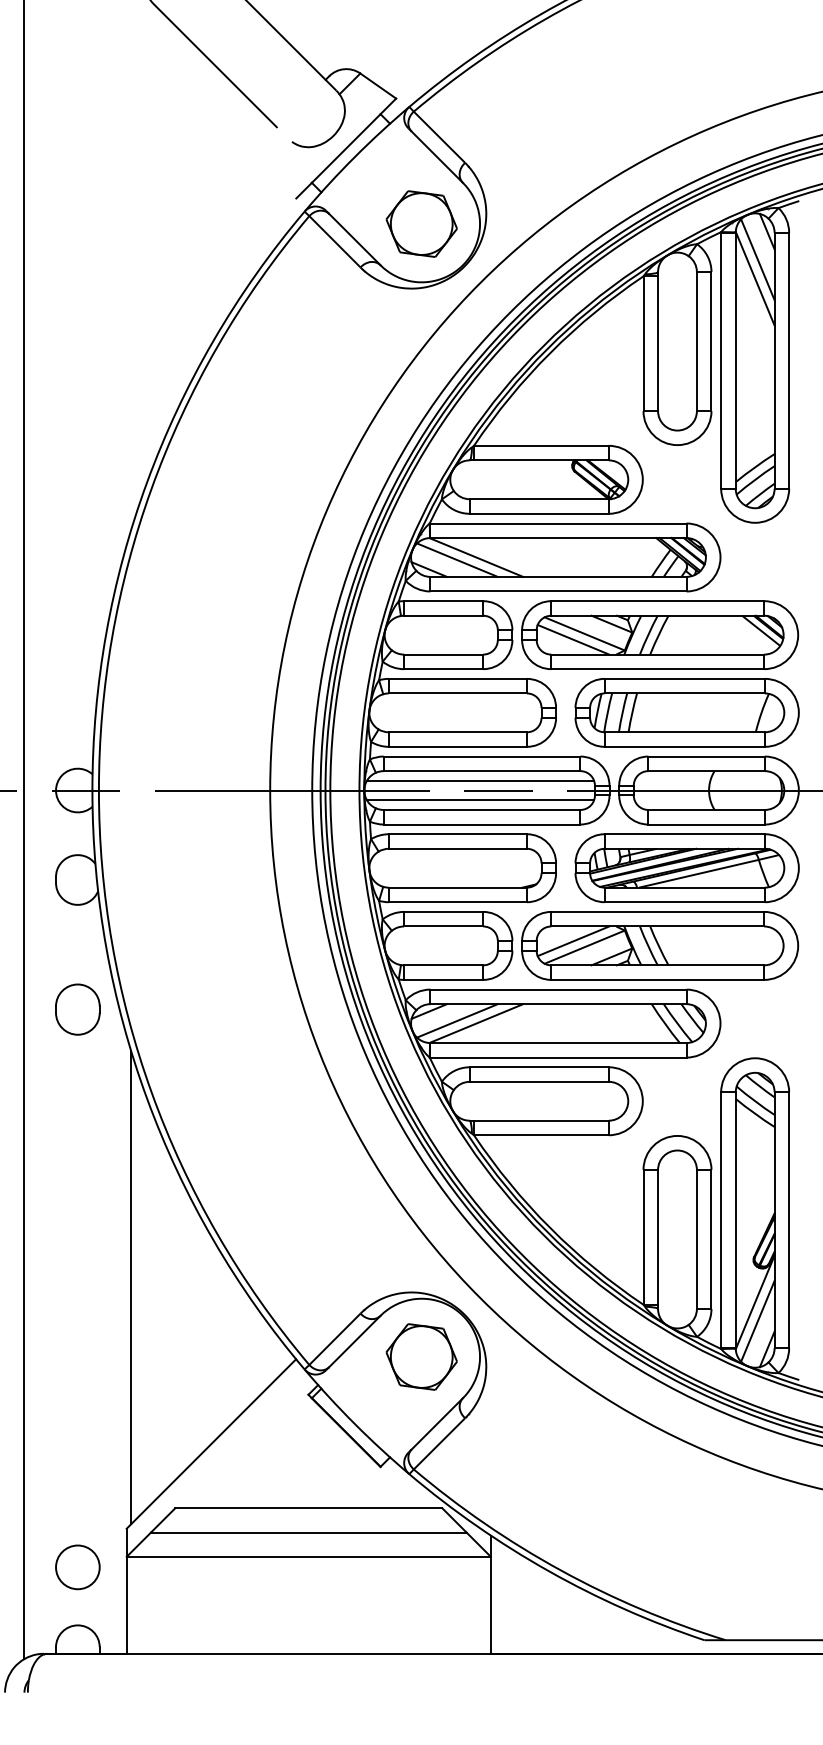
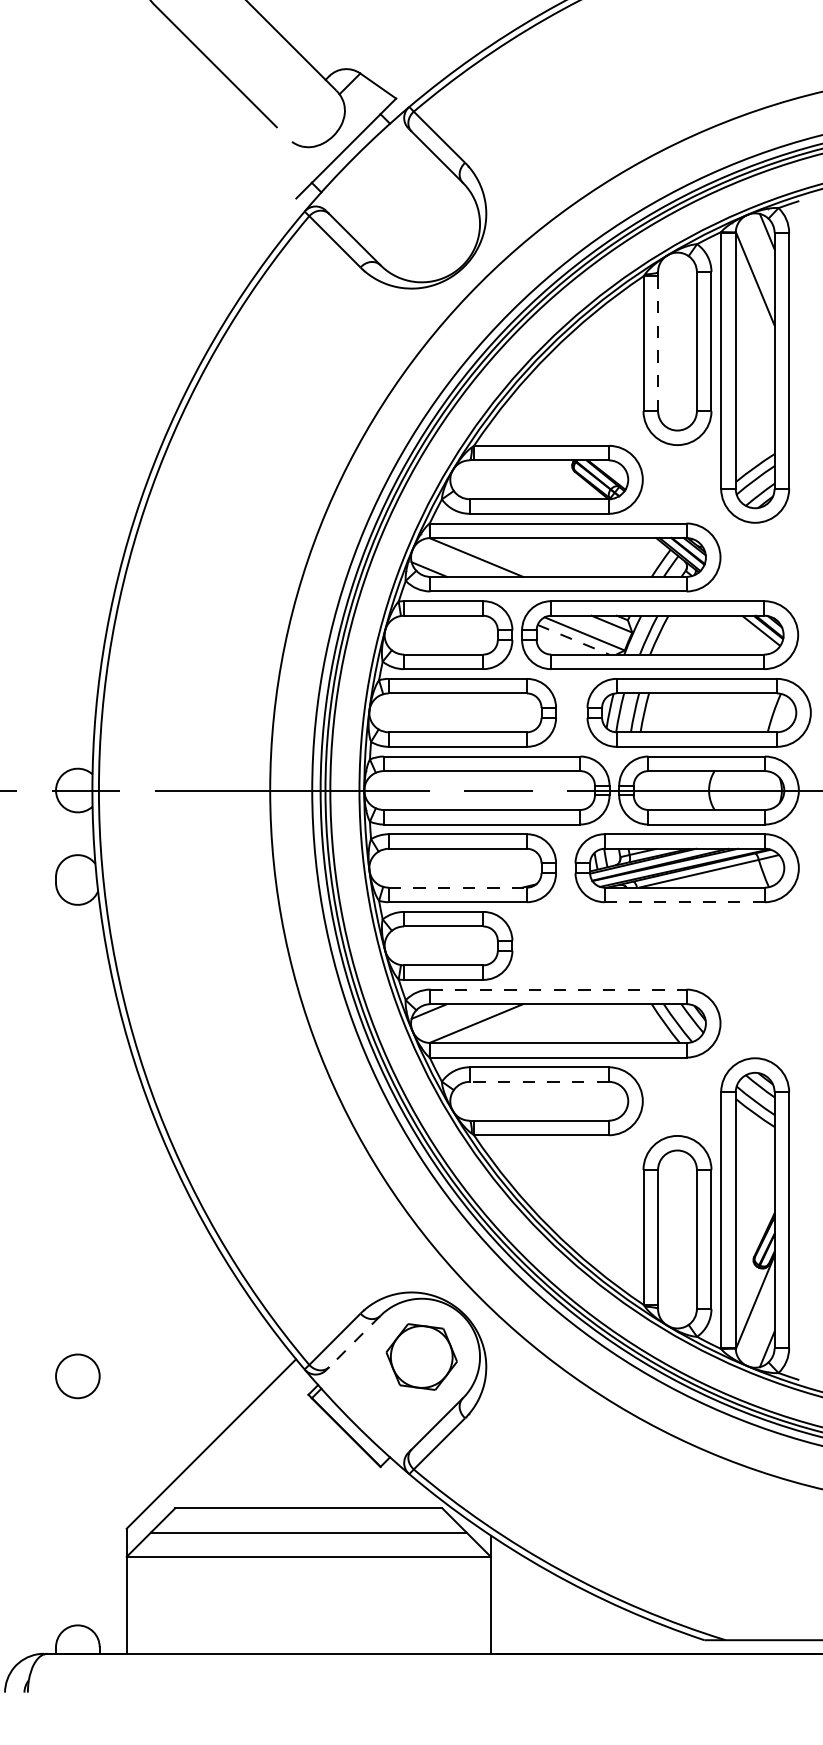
part at (421, 223): present -> none
line at (757, 259): present -> none
line at (658, 344): solid -> dashed
line at (457, 559): present -> none
line at (573, 639): solid -> dashed
part at (686, 712) position: (686, 712) -> (698, 712)
line at (480, 780): present -> none
line at (480, 800): present -> none
line at (24, 830): present -> none
line at (458, 887): solid -> dashed
line at (684, 902): solid -> dashed
part at (660, 945): present -> none
line at (558, 989): solid -> dashed
part at (77, 1009): present -> none
line at (457, 1020): present -> none
line at (539, 1081): solid -> dashed
line at (131, 1287): present -> none
line at (757, 1320): present -> none
line at (354, 1341): solid -> dashed
circle at (77, 1567) position: (77, 1567) -> (77, 1376)
